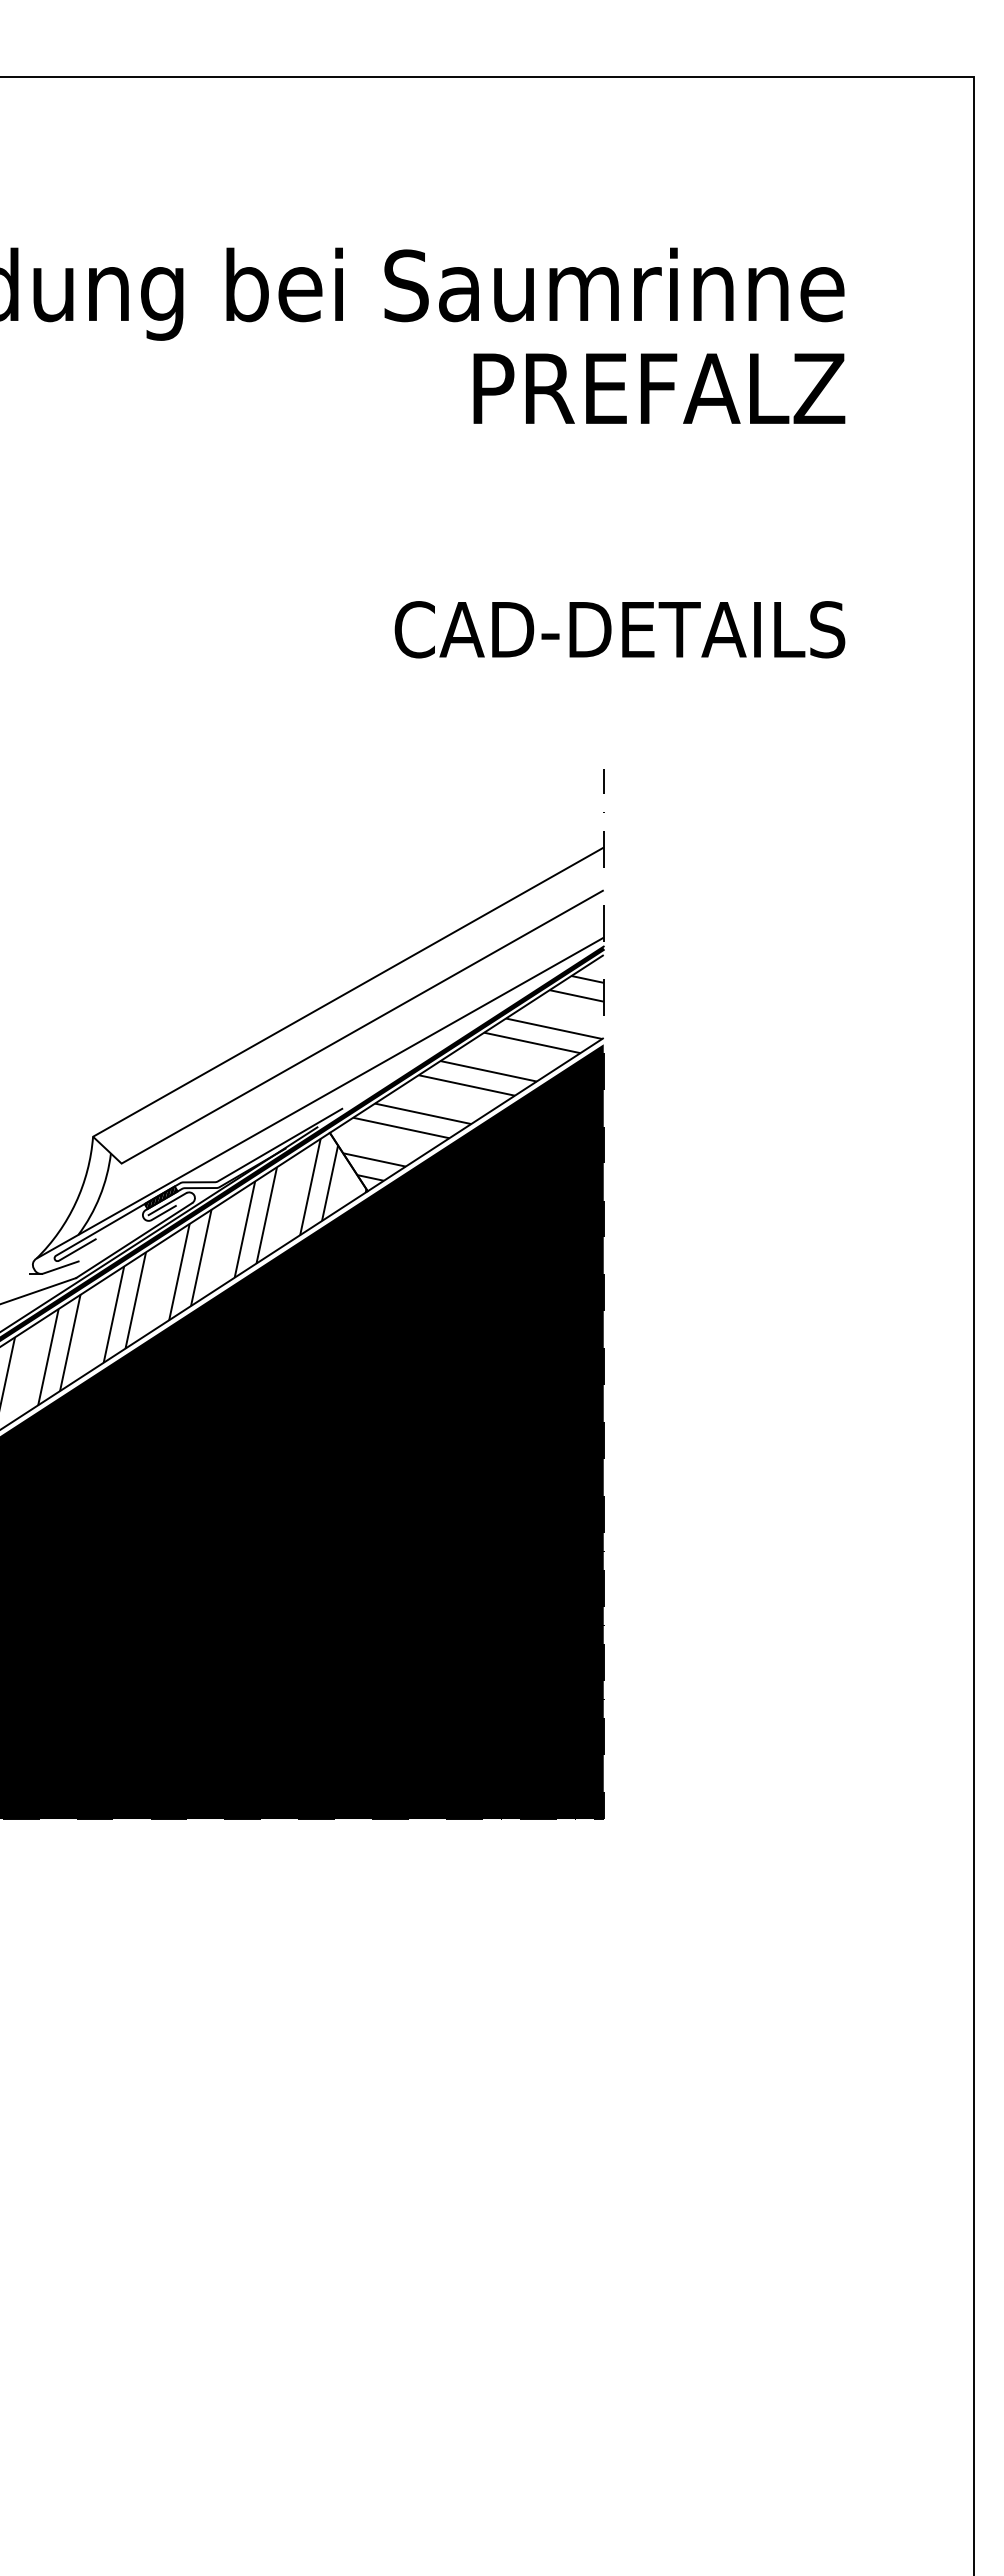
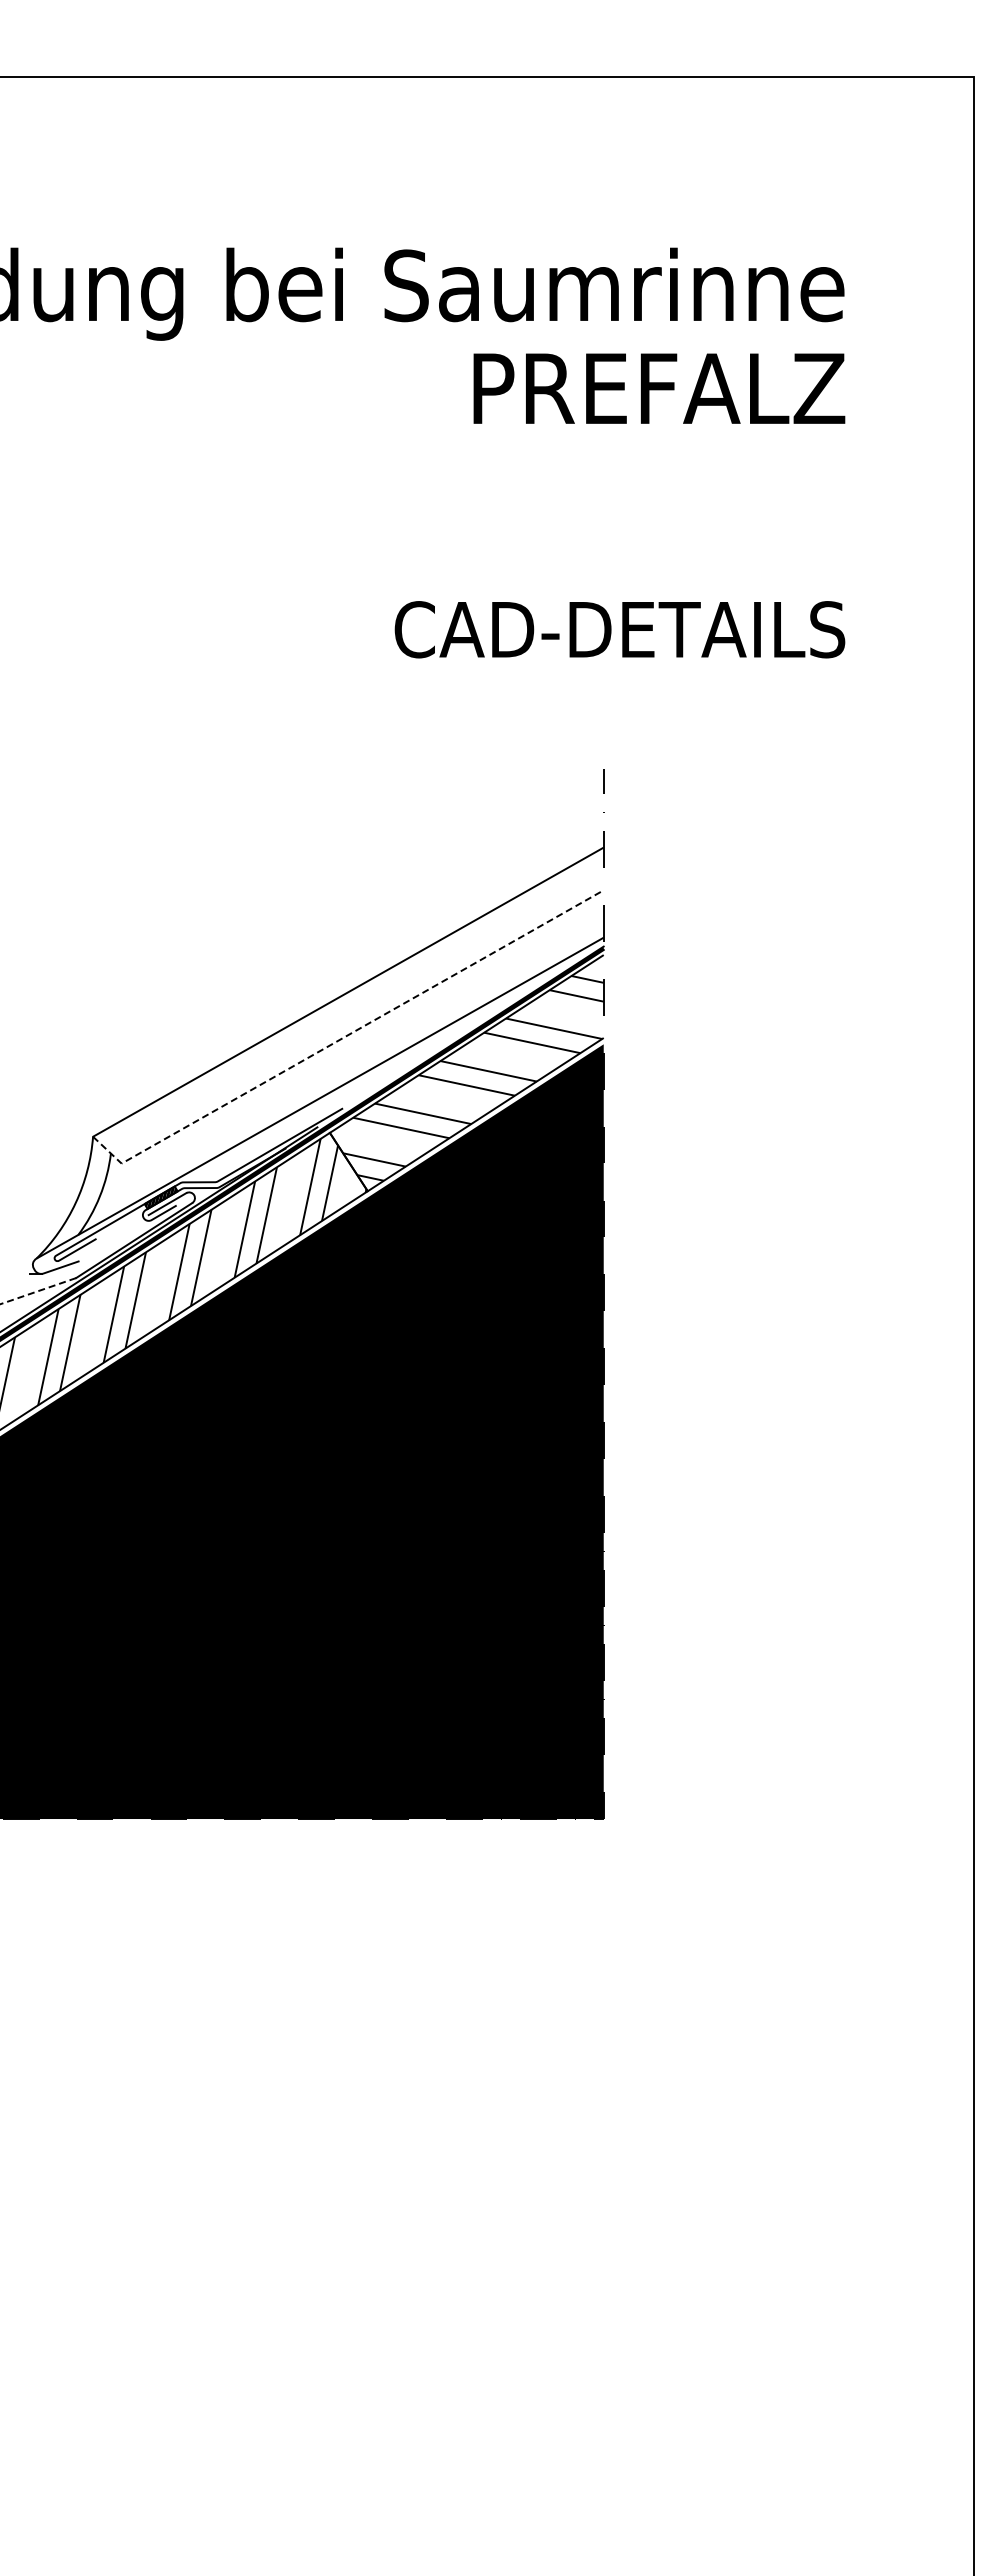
line at (344, 1037): solid -> dashed
line at (38, 1291): solid -> dashed
